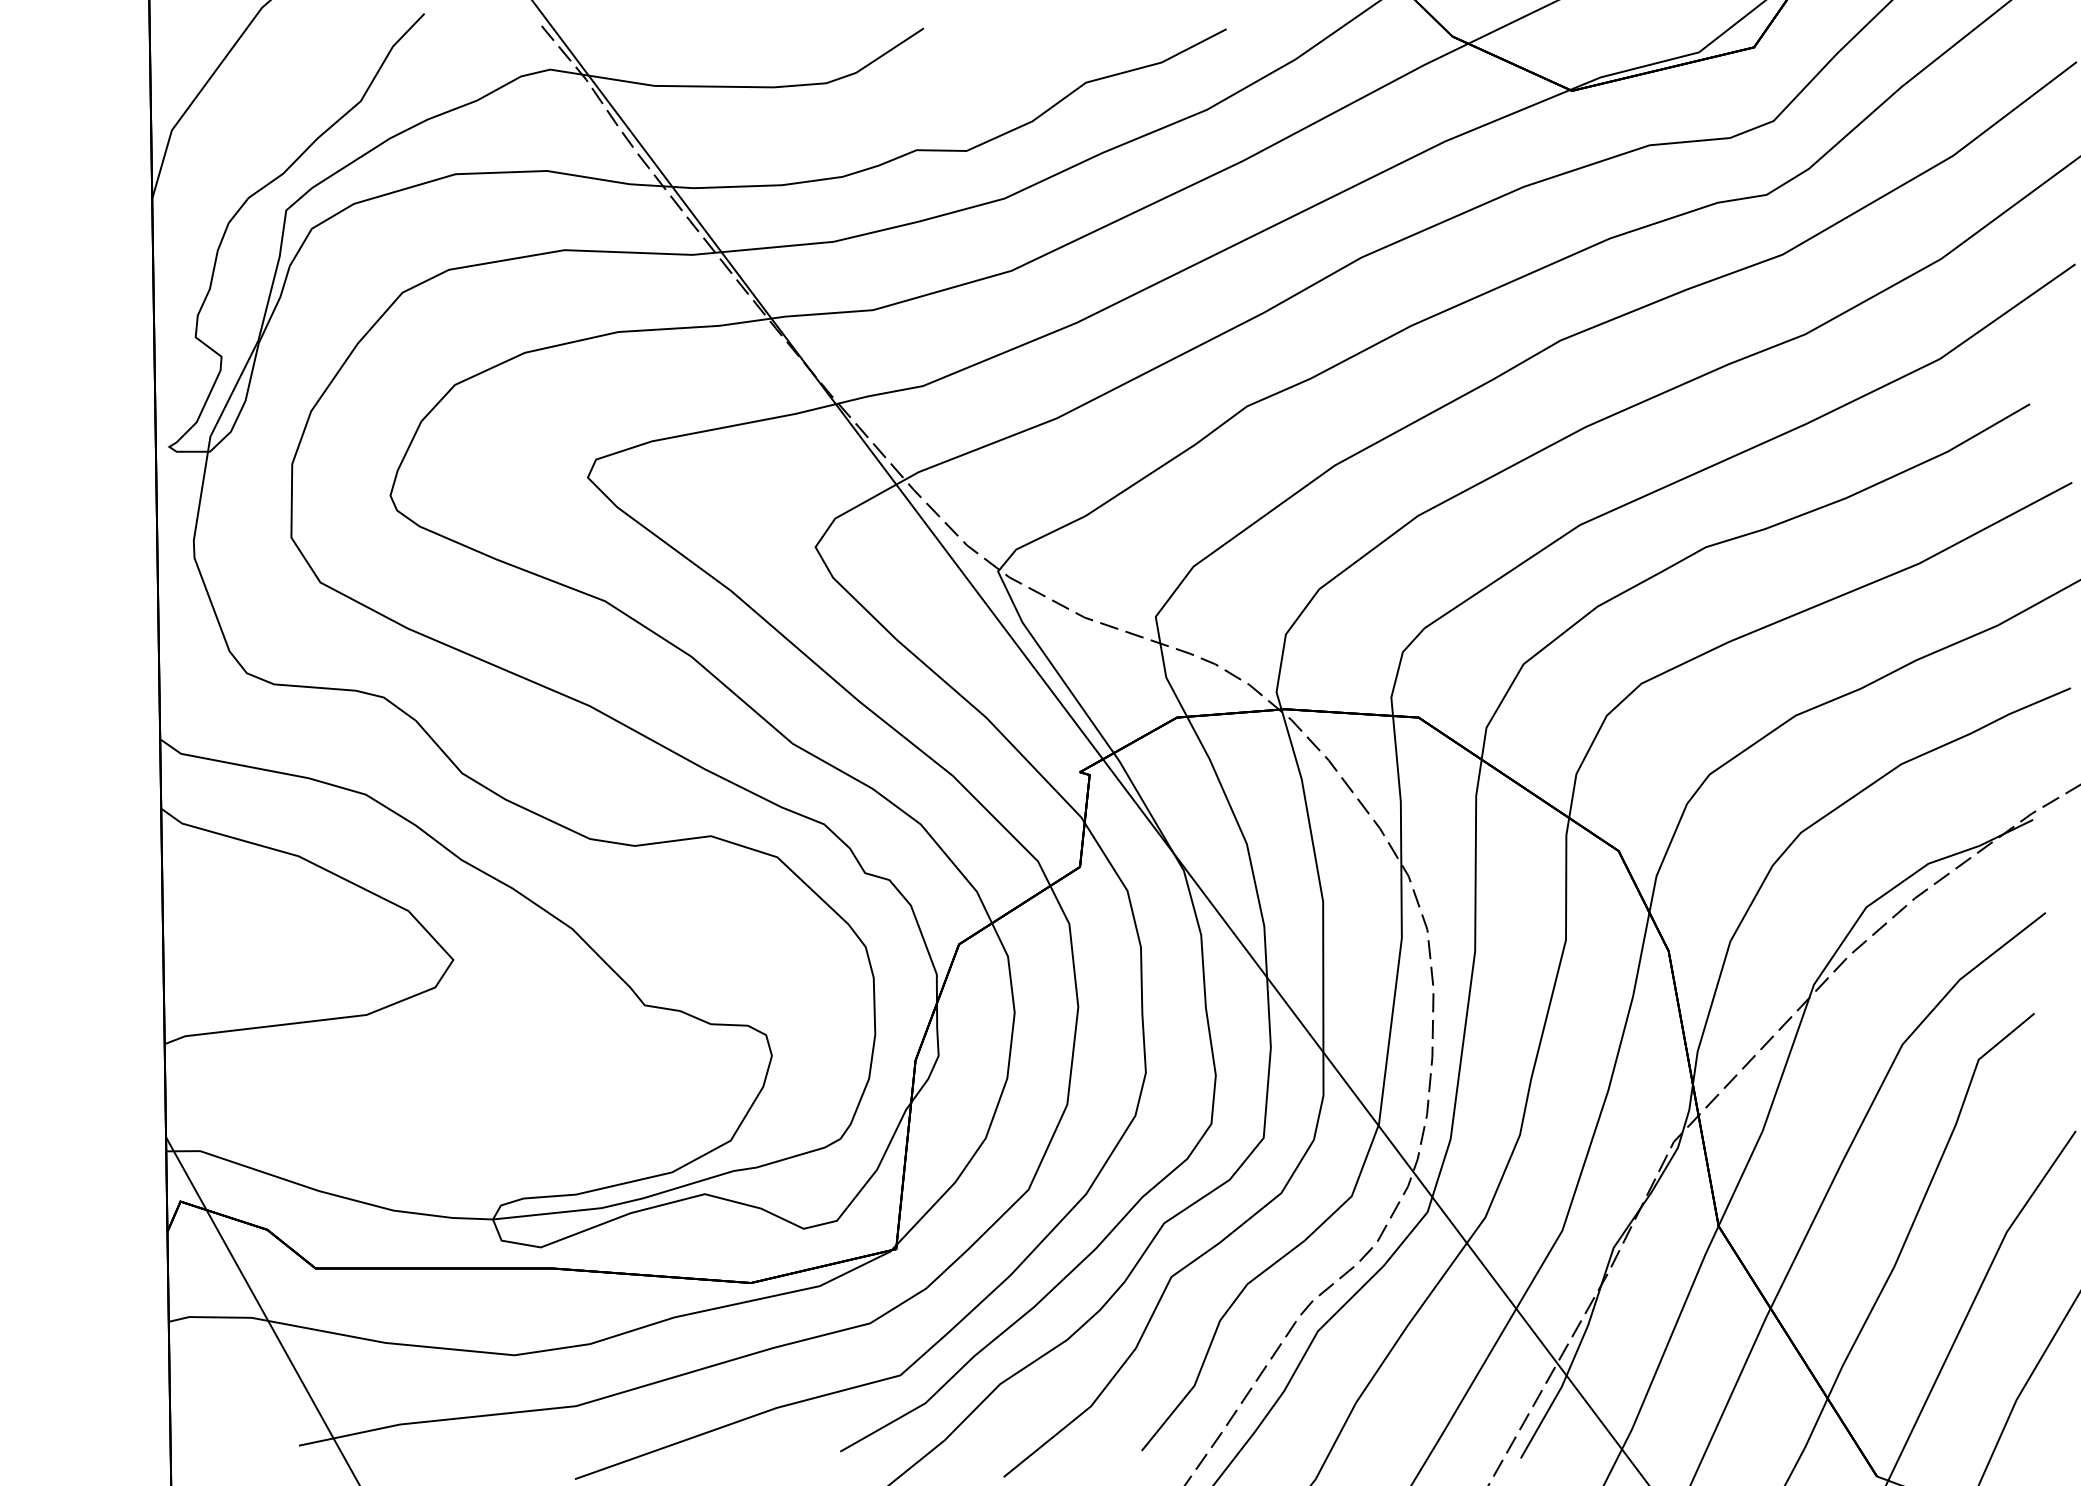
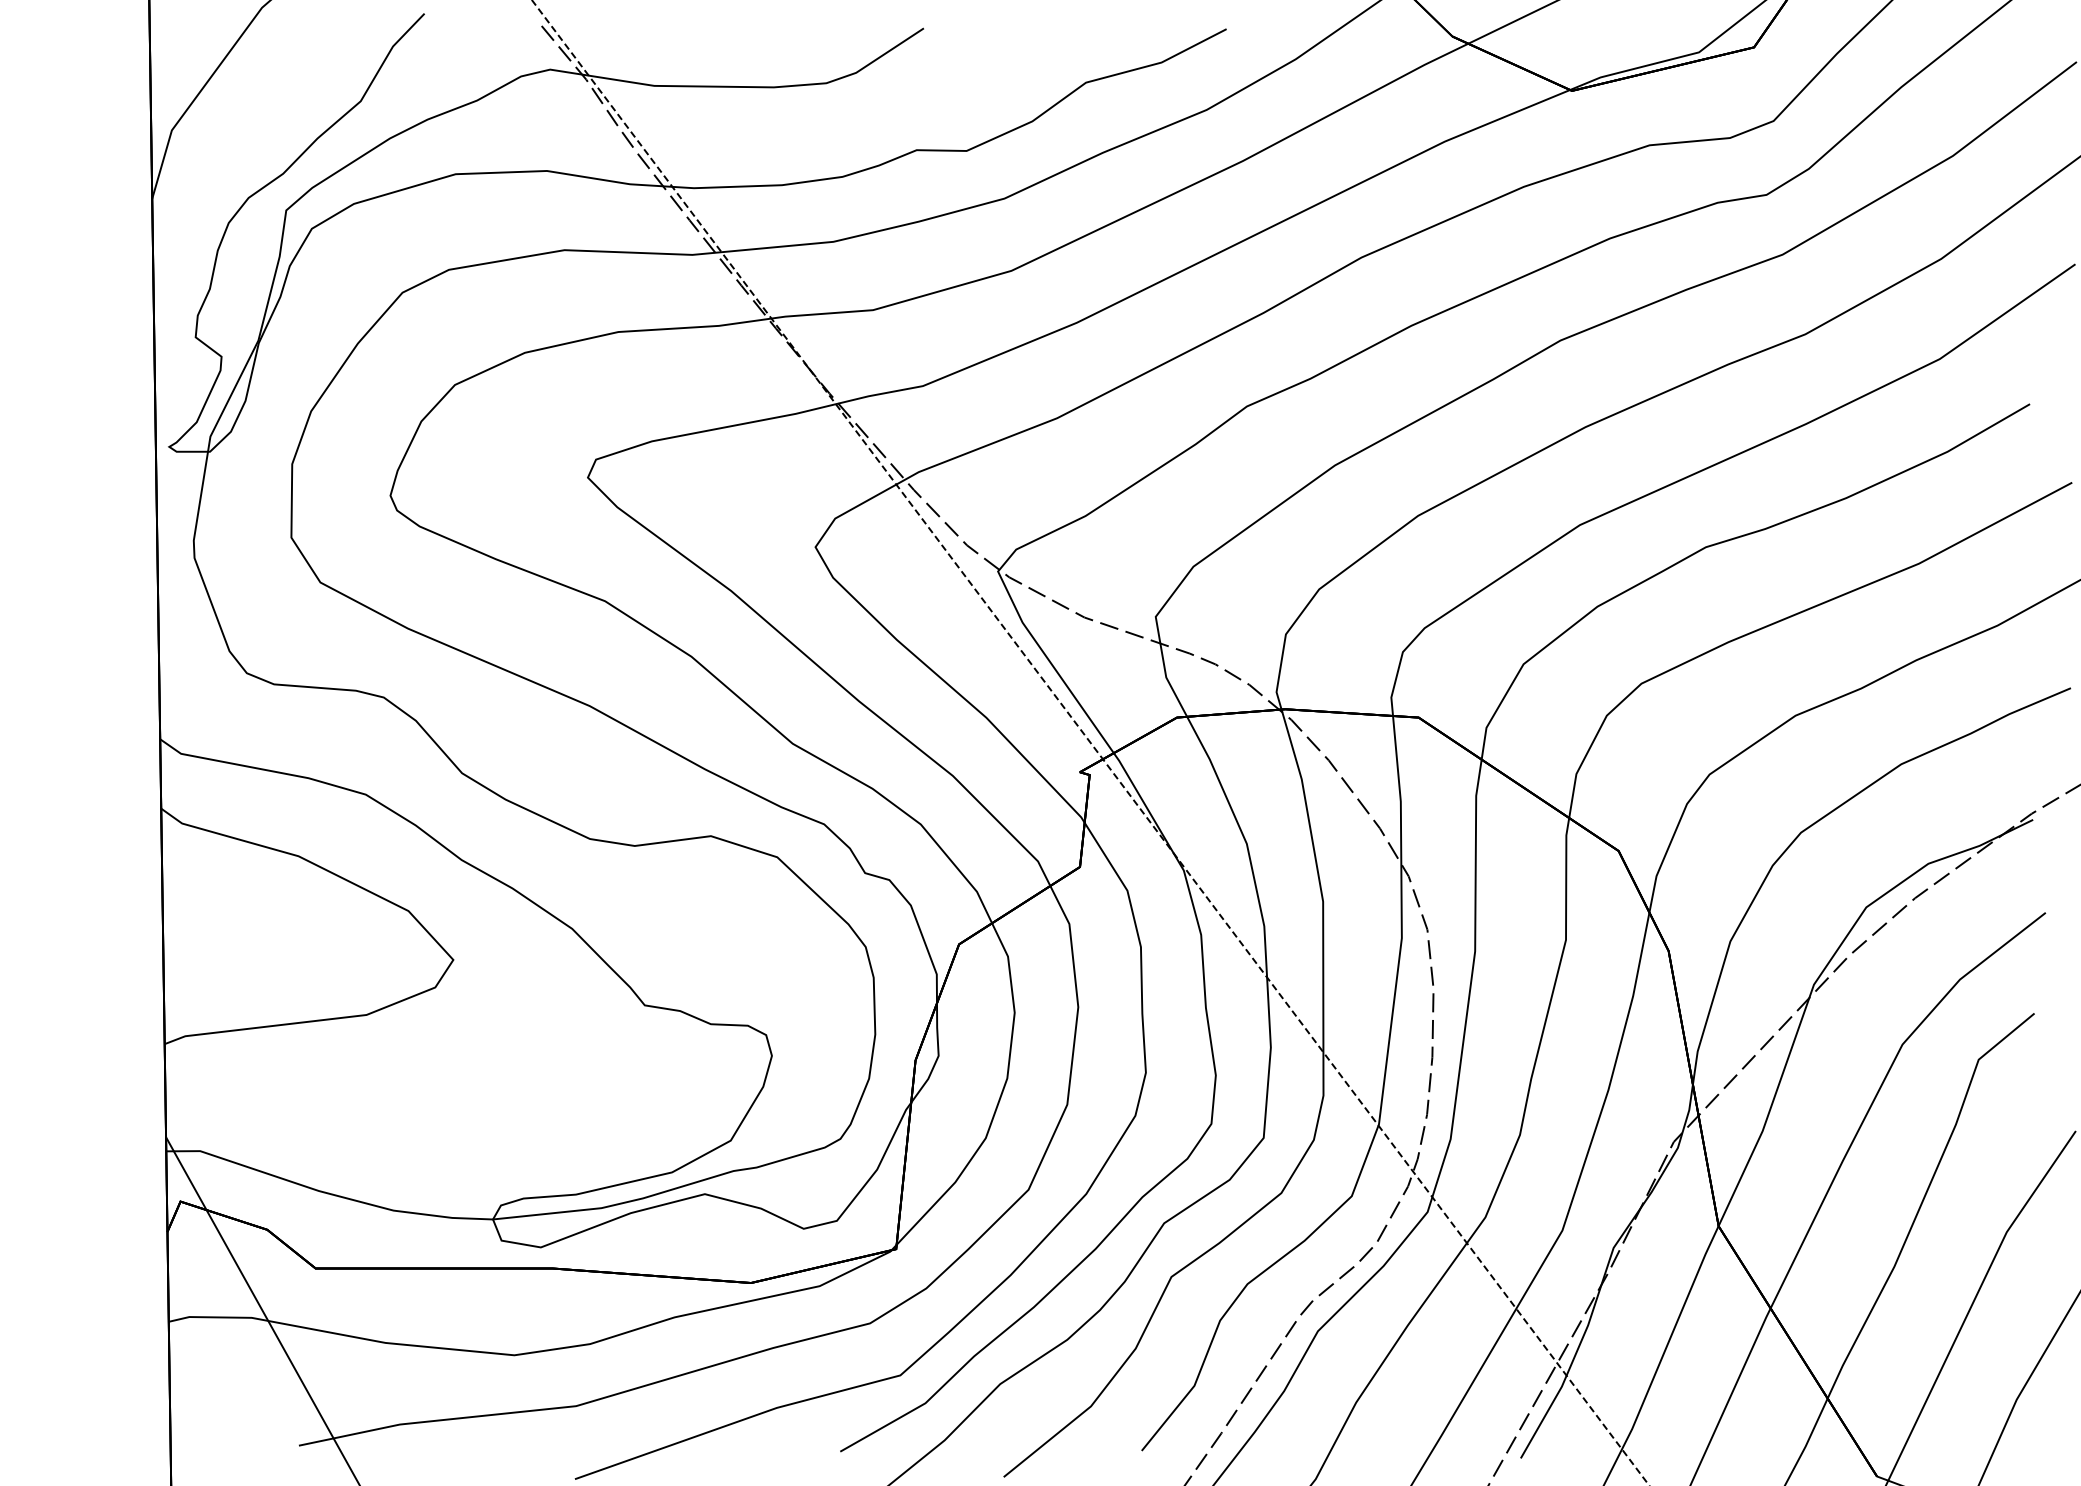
line at (1090, 743): solid -> dashed
